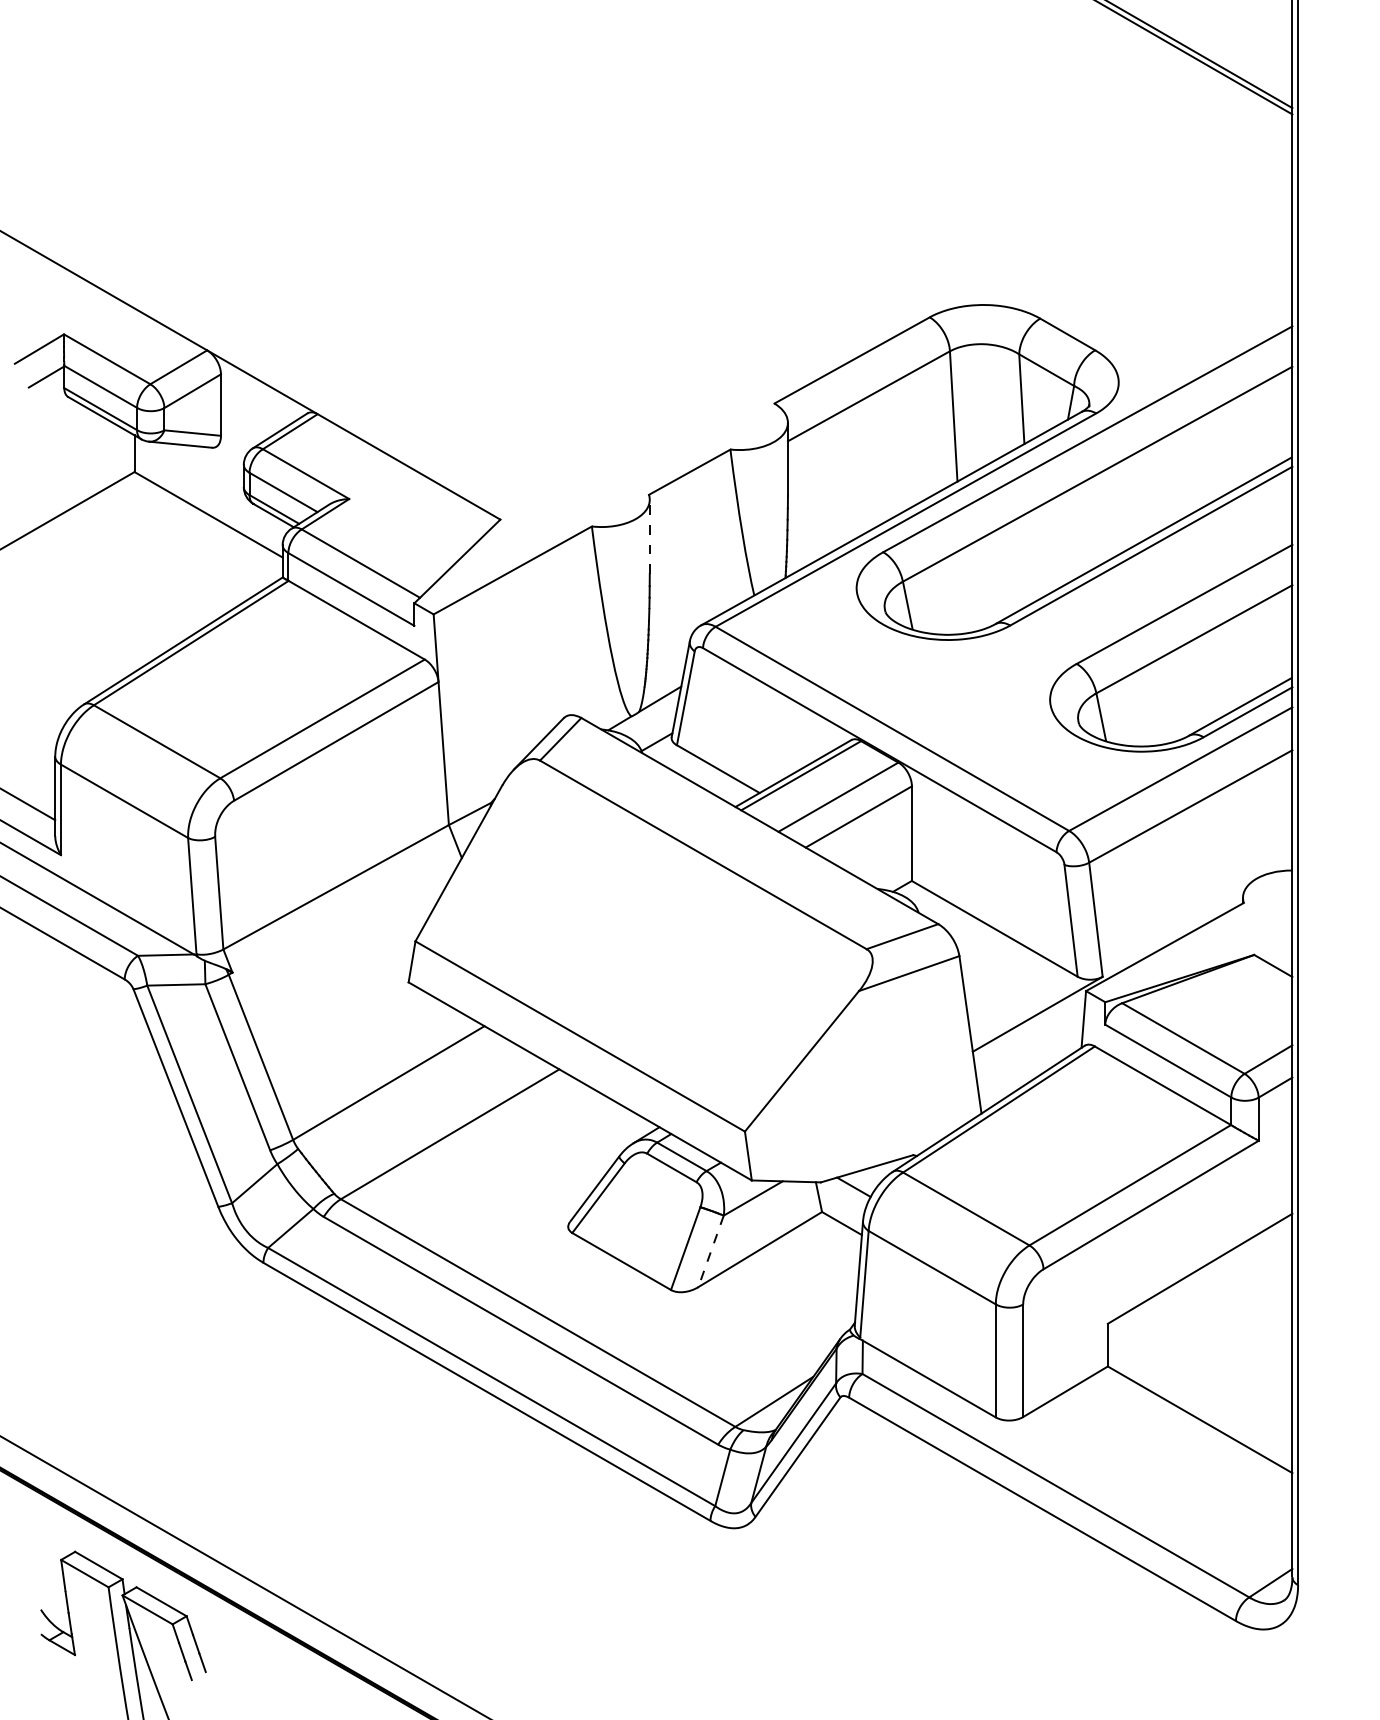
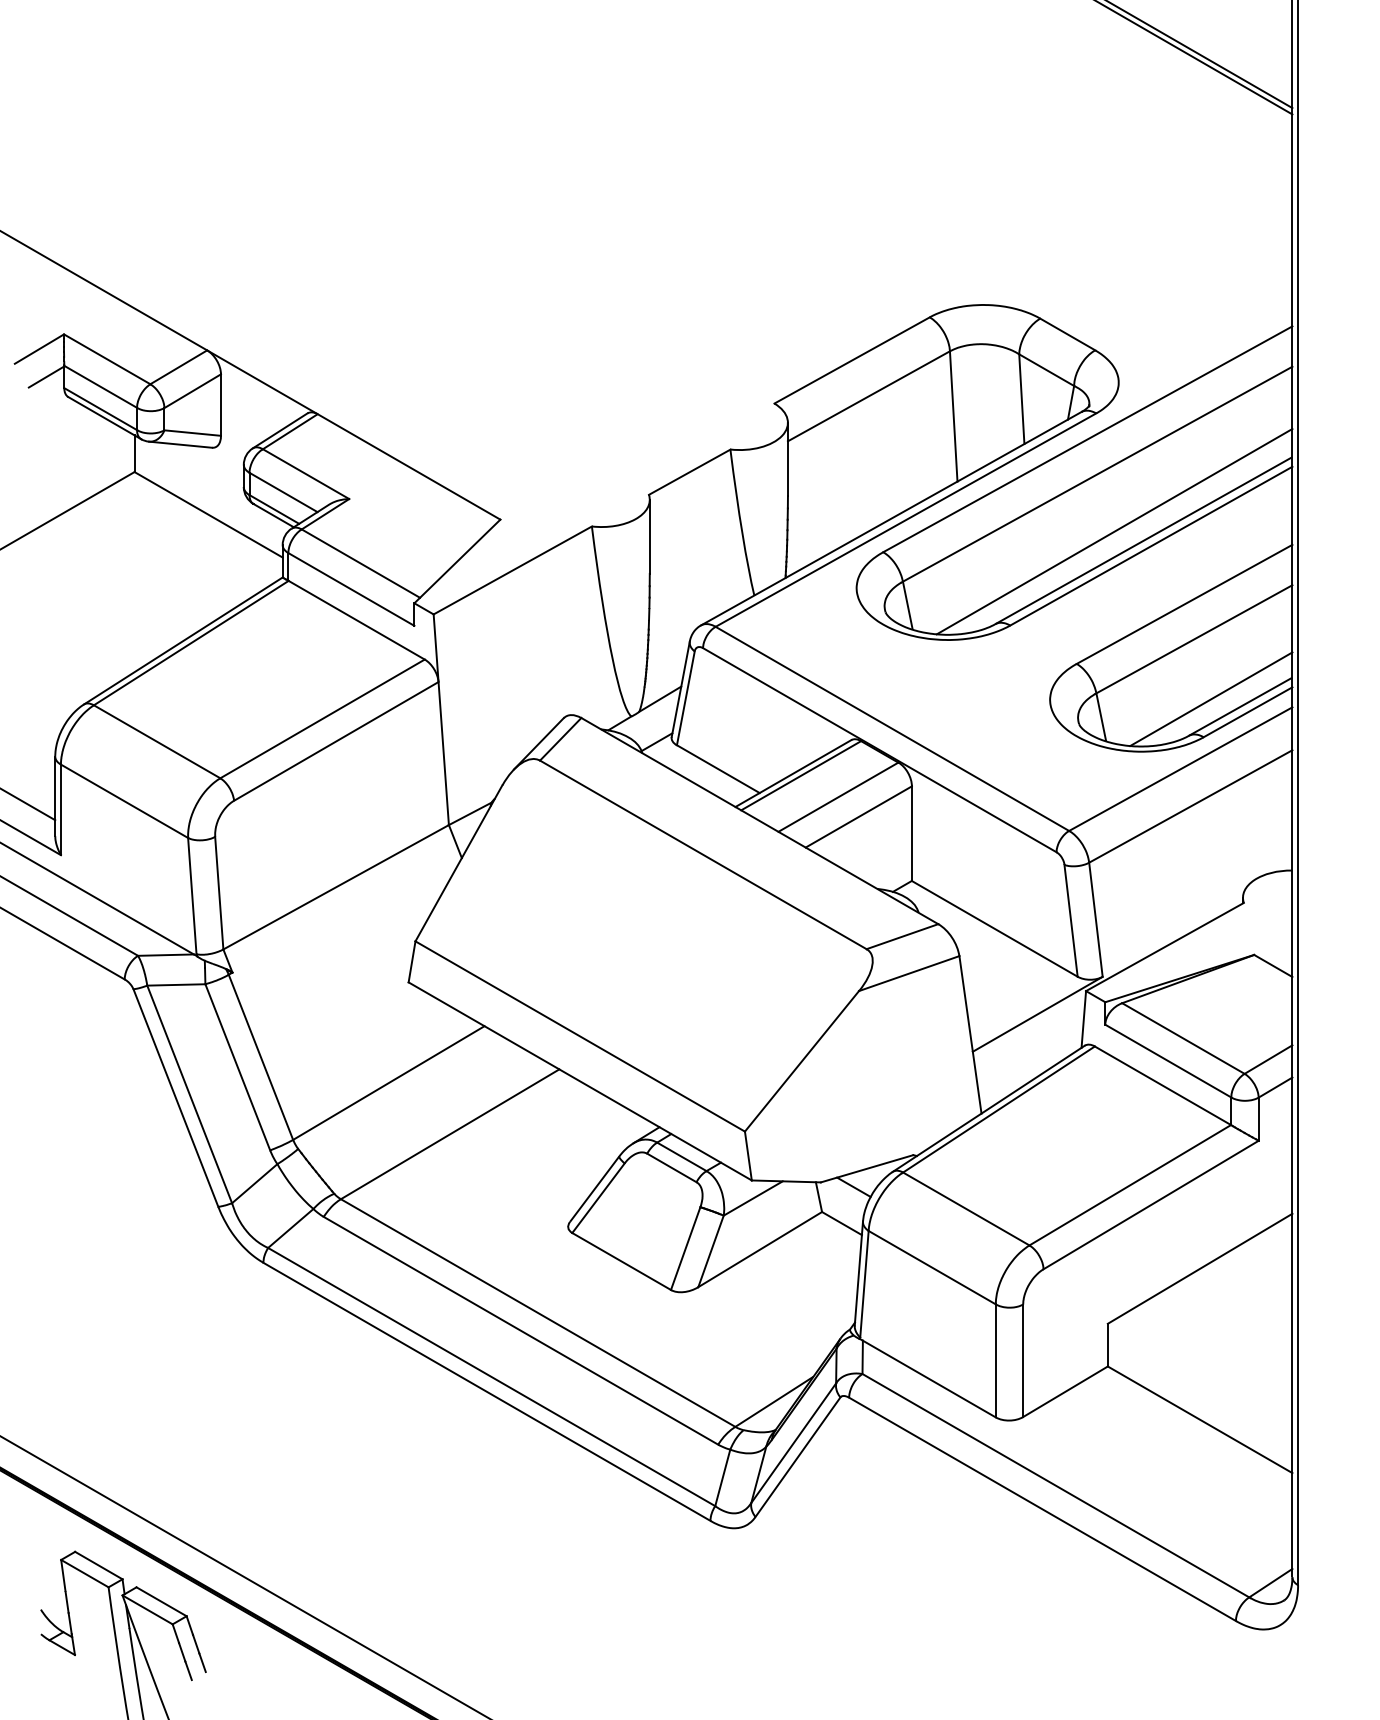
line at (1114, 531): none -> present
line at (649, 536): dashed -> solid
line at (1211, 699): none -> present
line at (711, 1251): dashed -> solid
